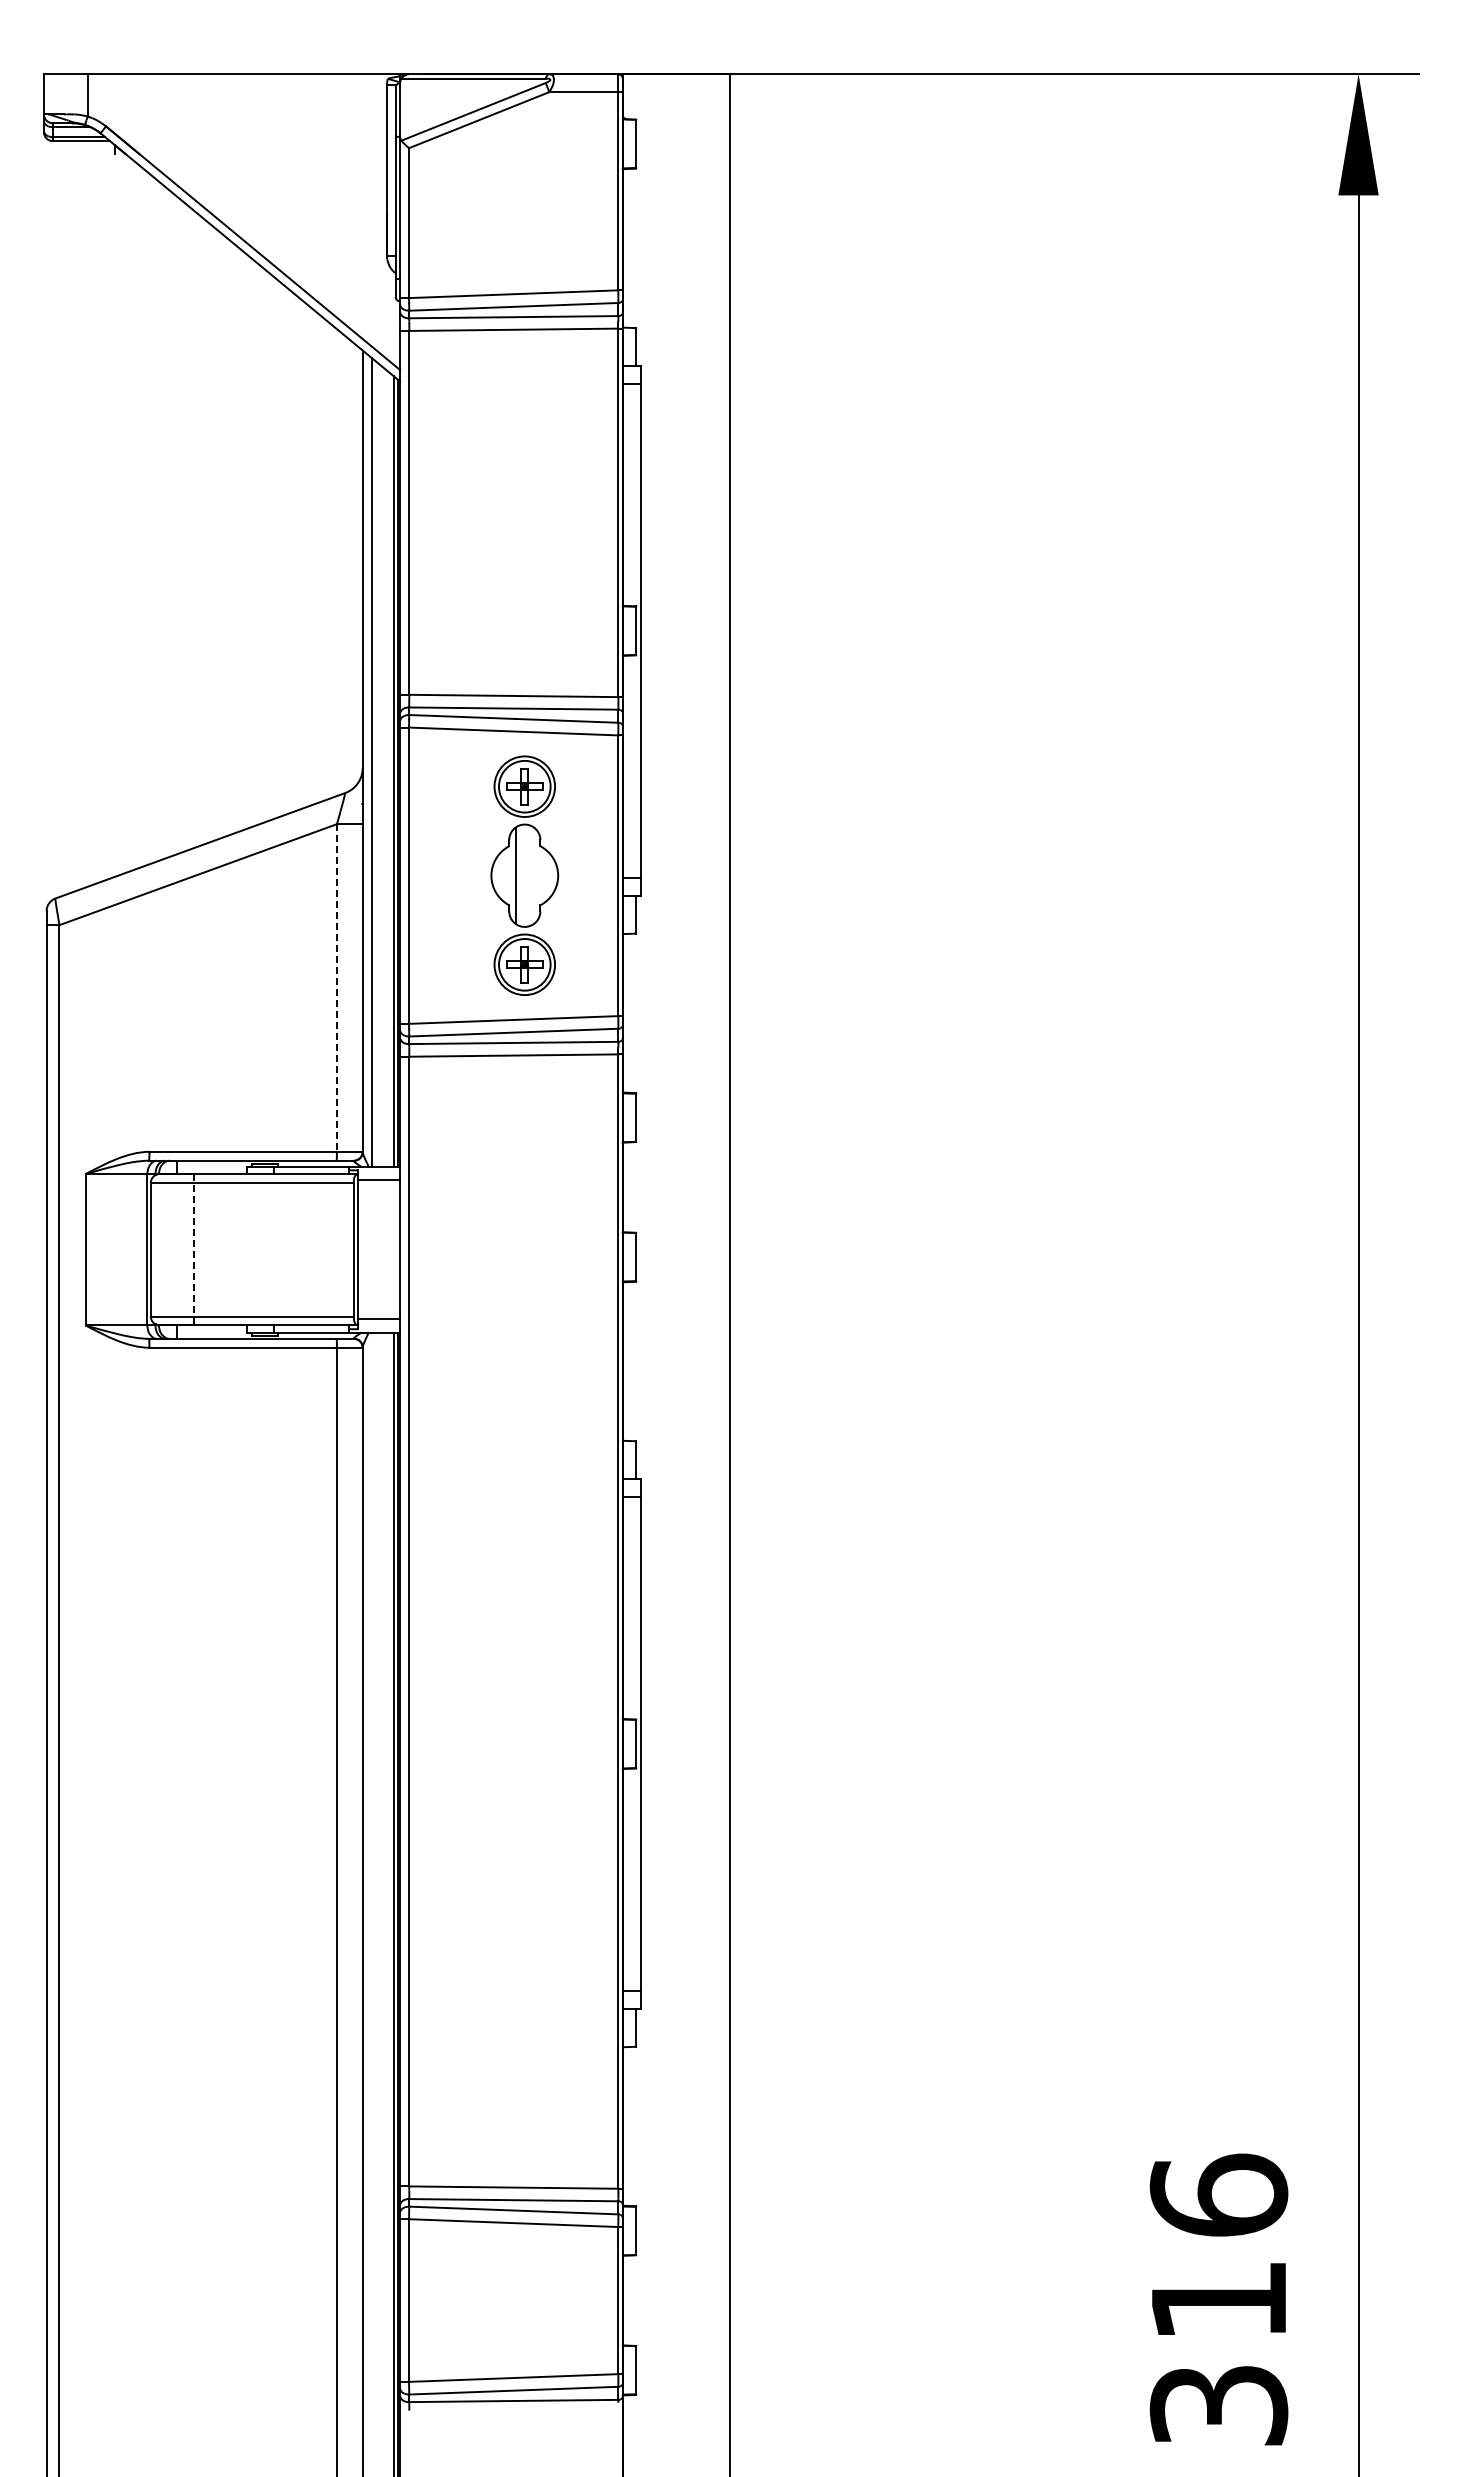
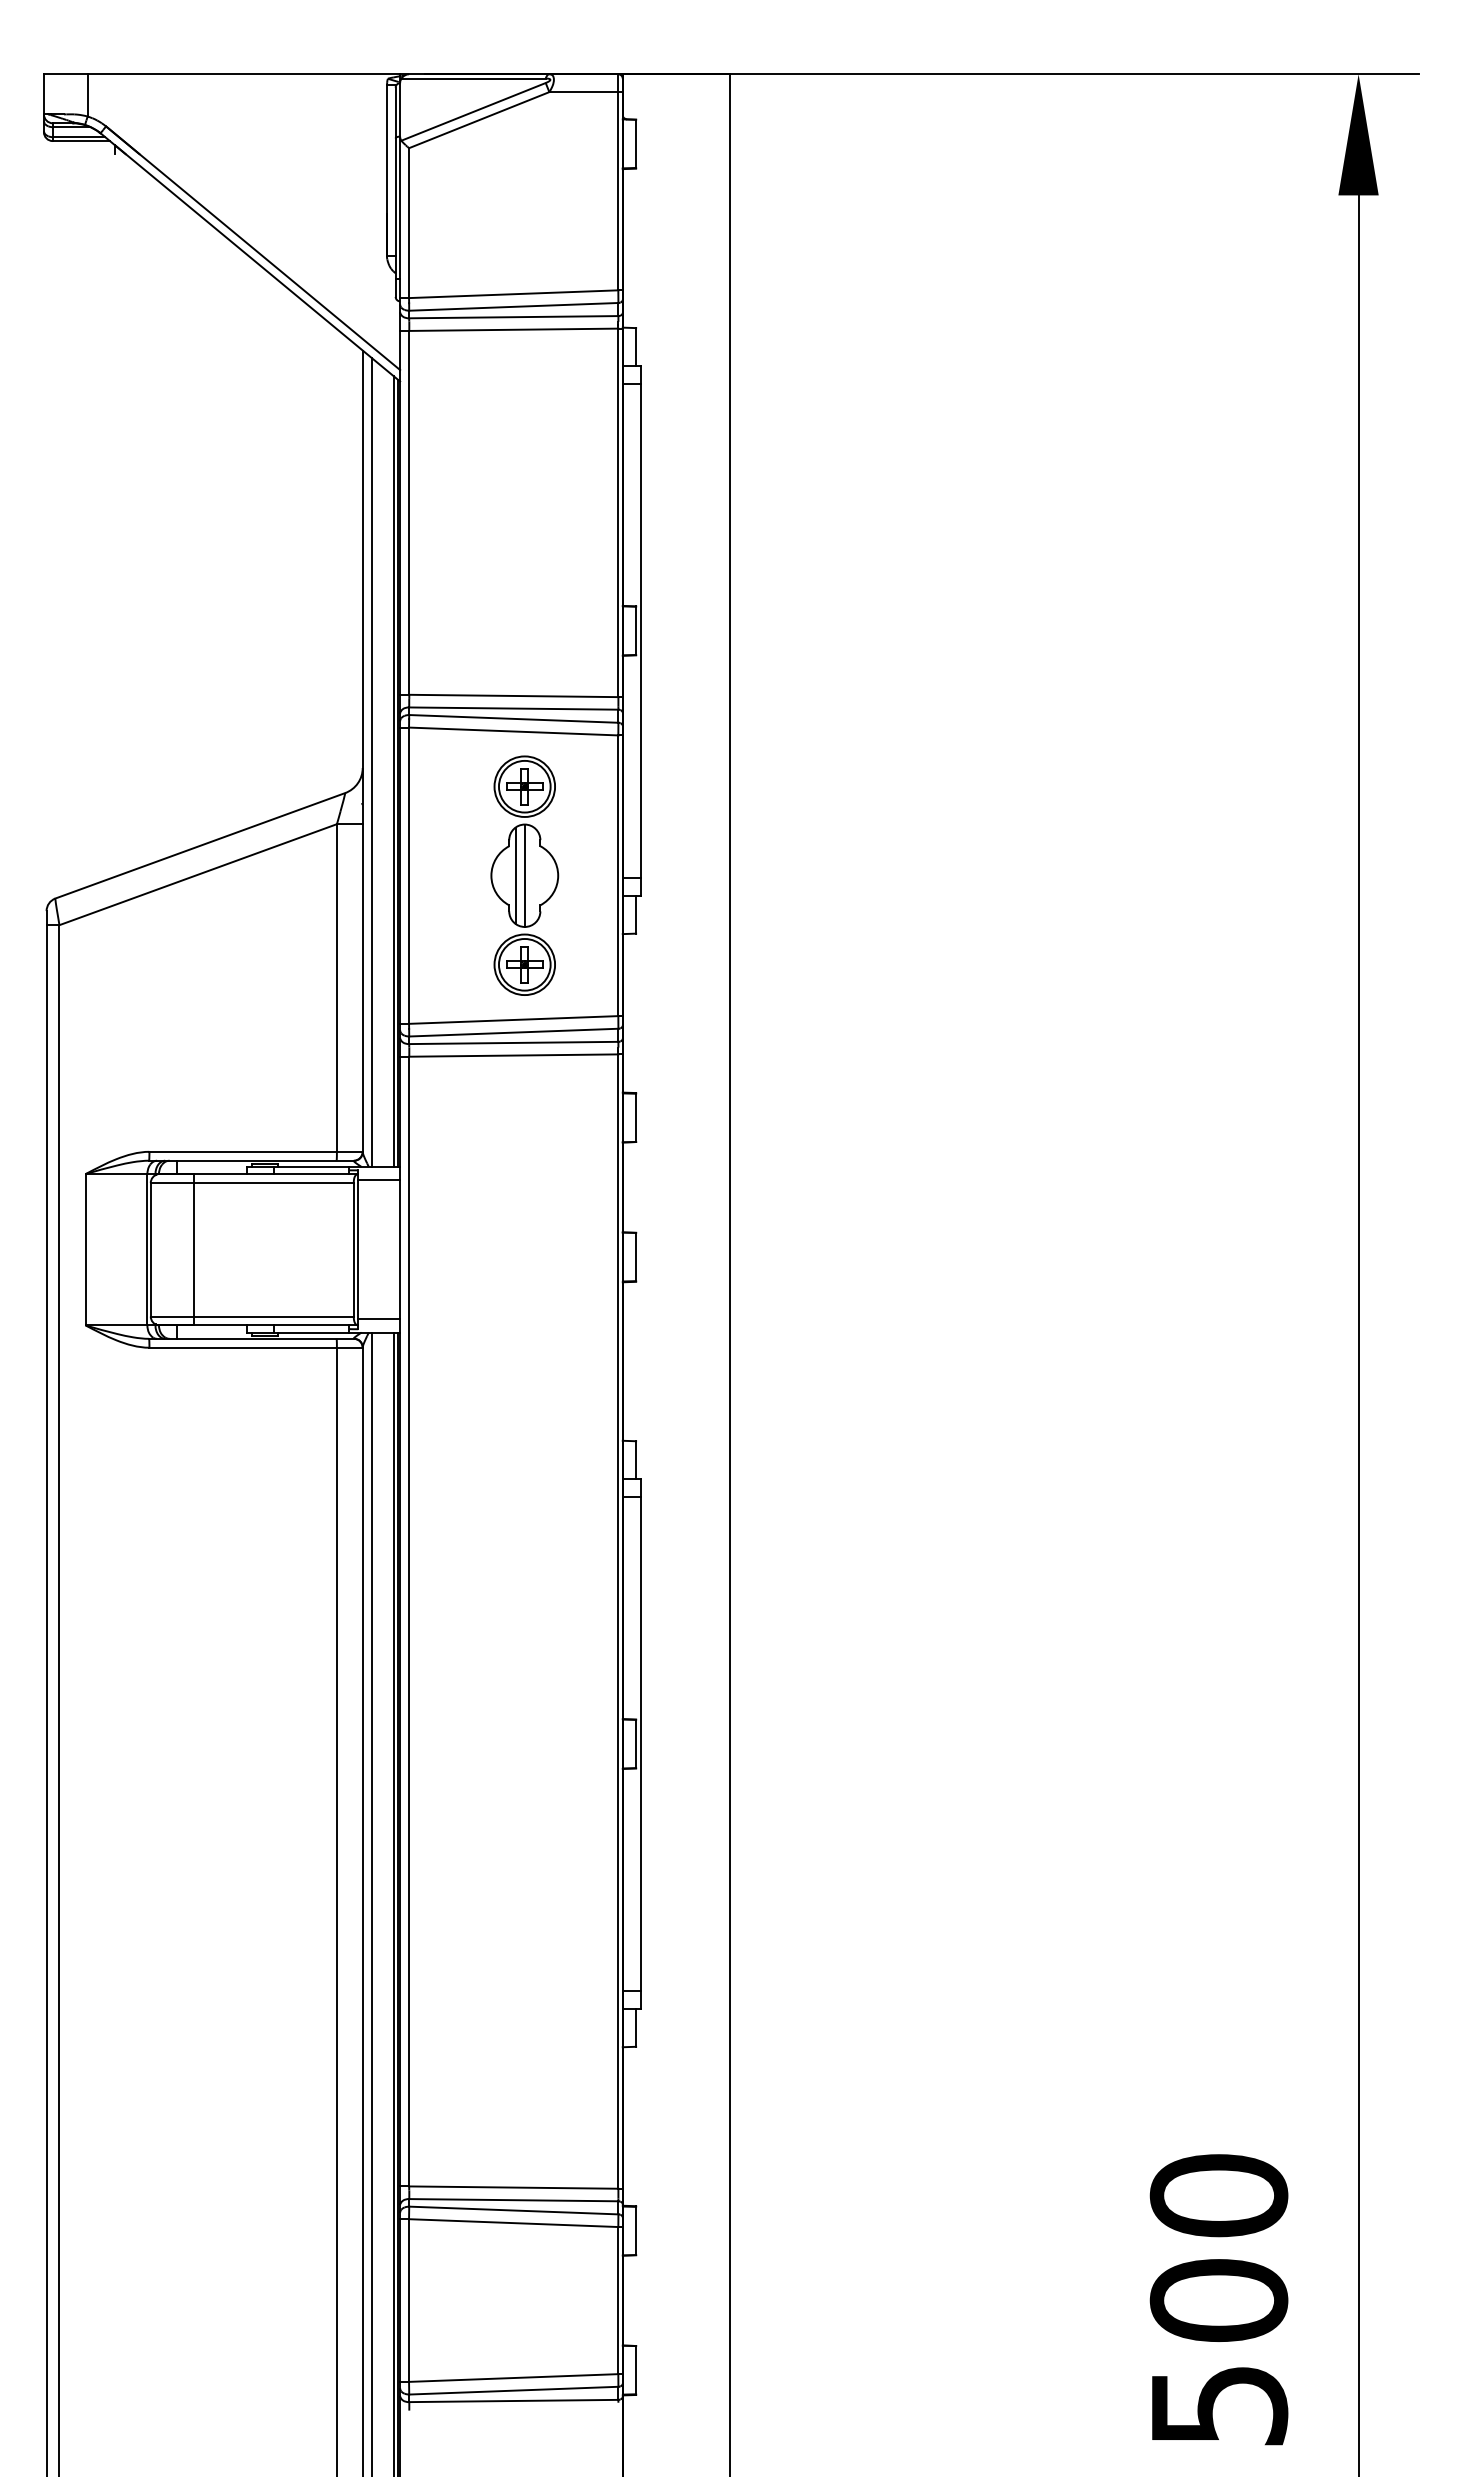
line at (524, 875): none -> present
line at (336, 988): dashed -> solid
line at (193, 1249): dashed -> solid
line at (371, 1902): none -> present
text at (1218, 2299): 316 -> 500
